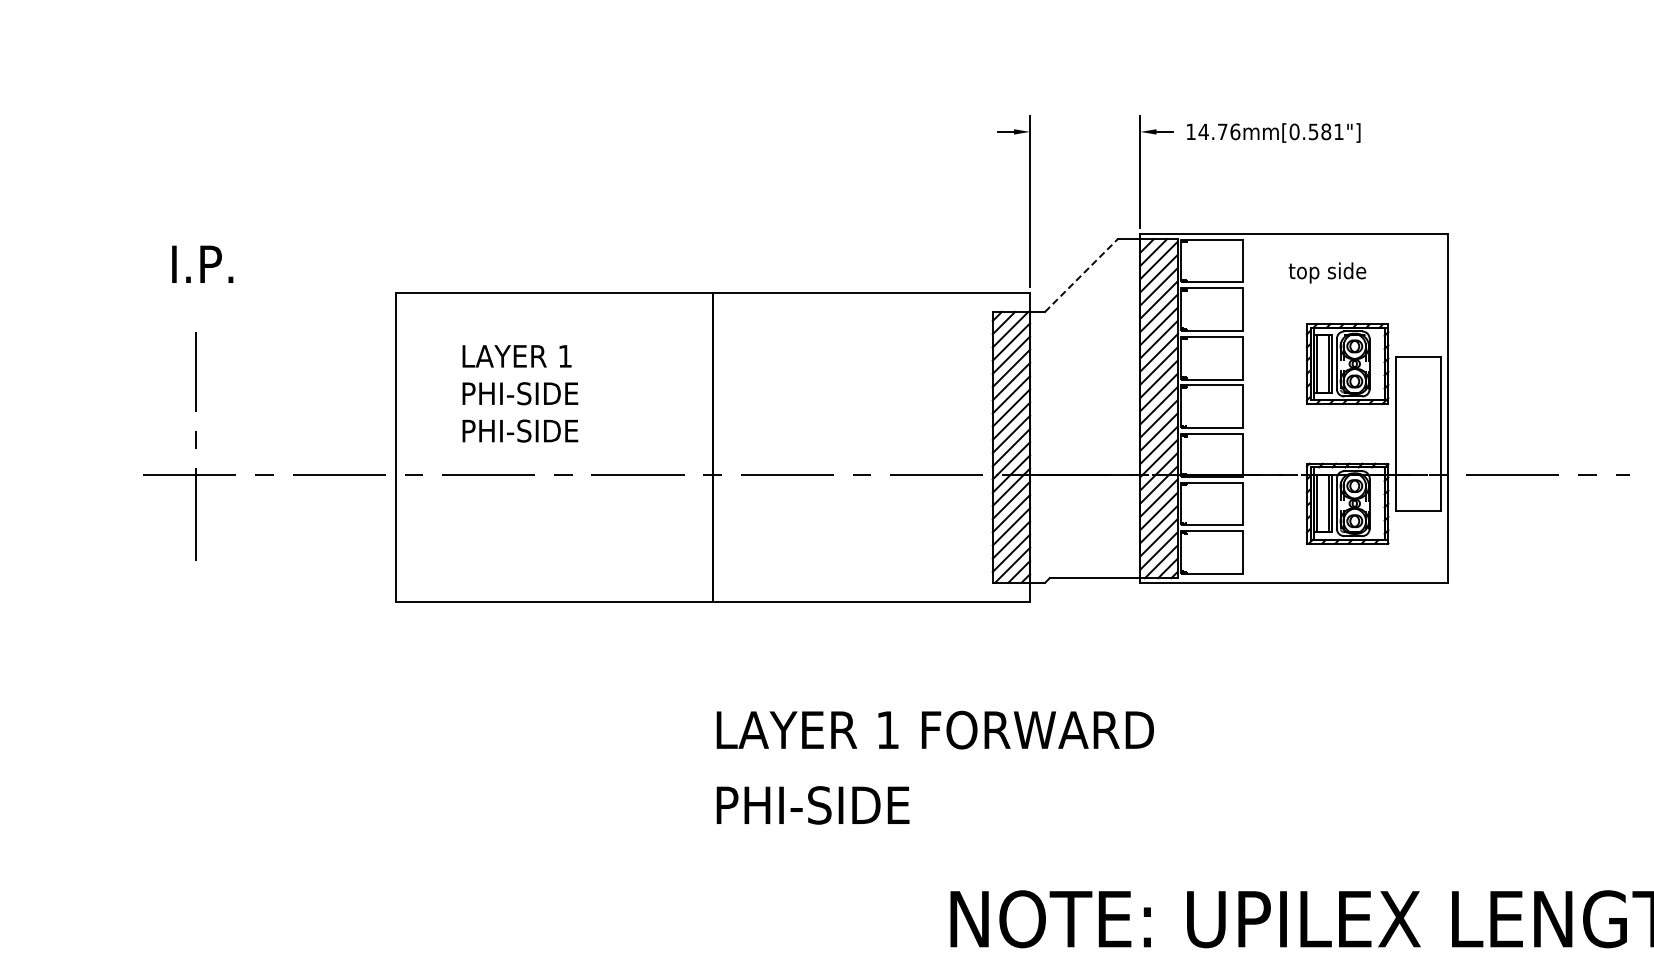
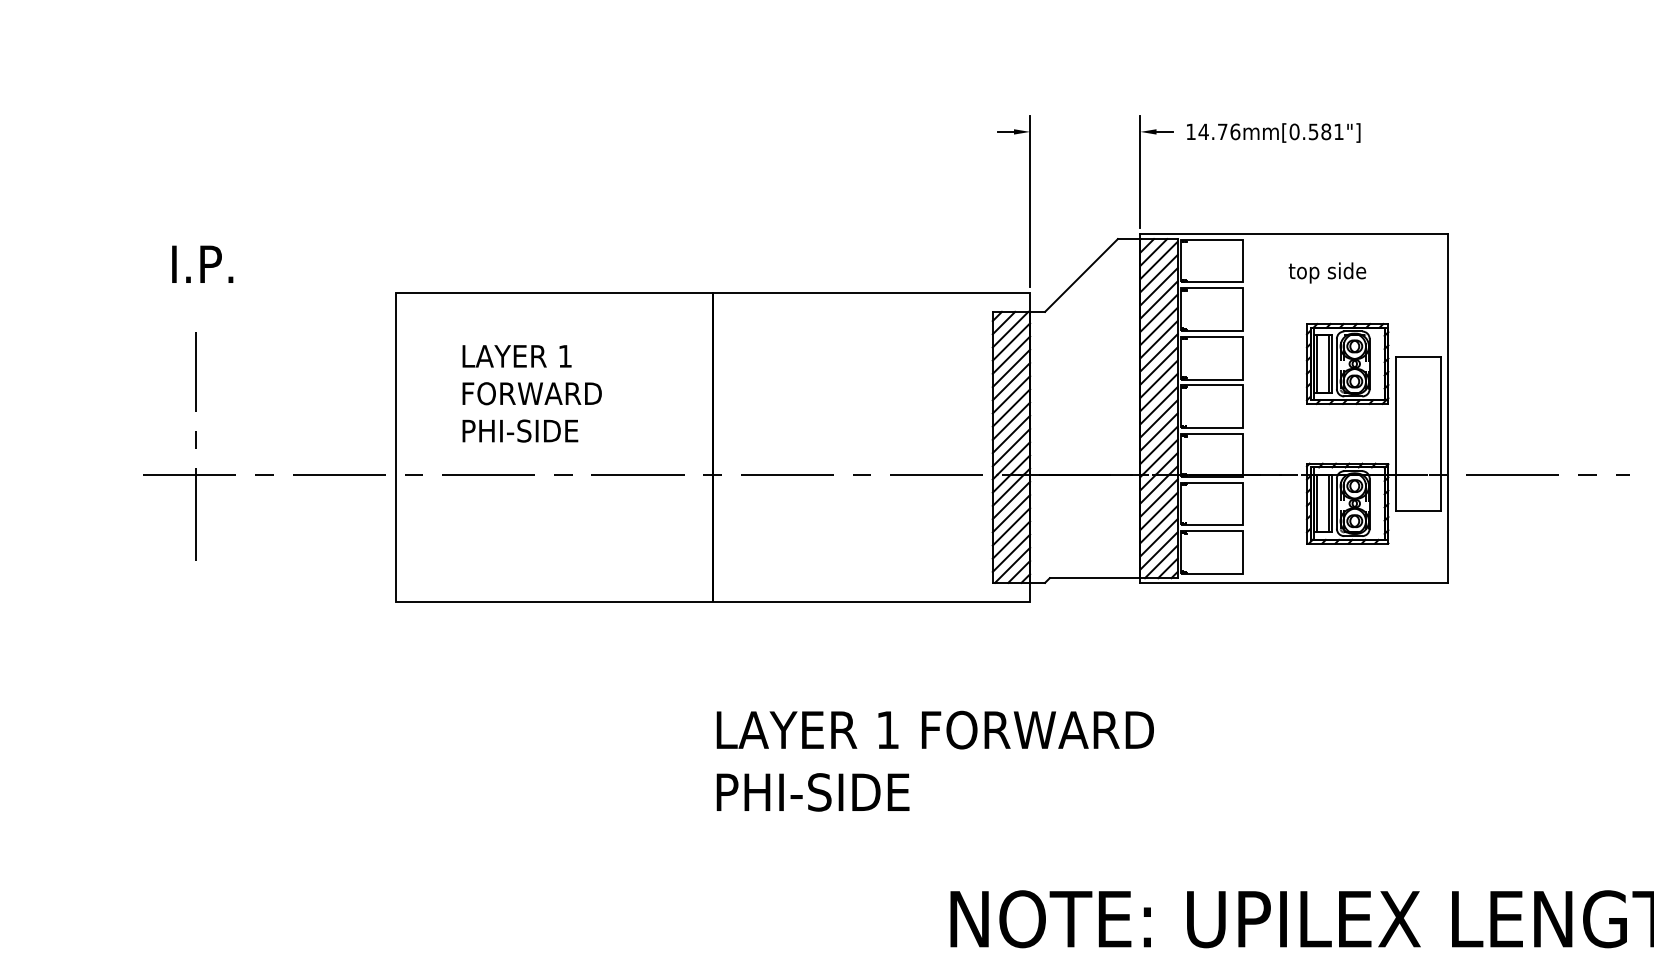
line at (1081, 275): dashed -> solid
text at (533, 393): PHI-SIDE -> FORWARD
text at (812, 805) position: (812, 805) -> (812, 792)
